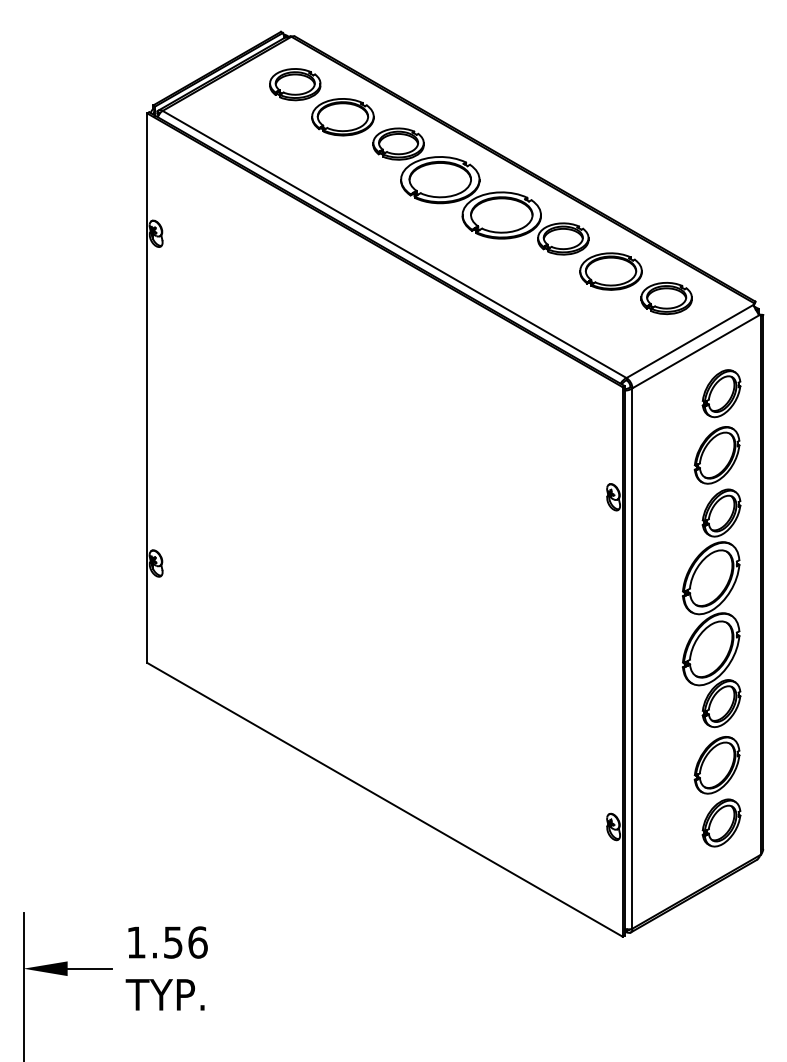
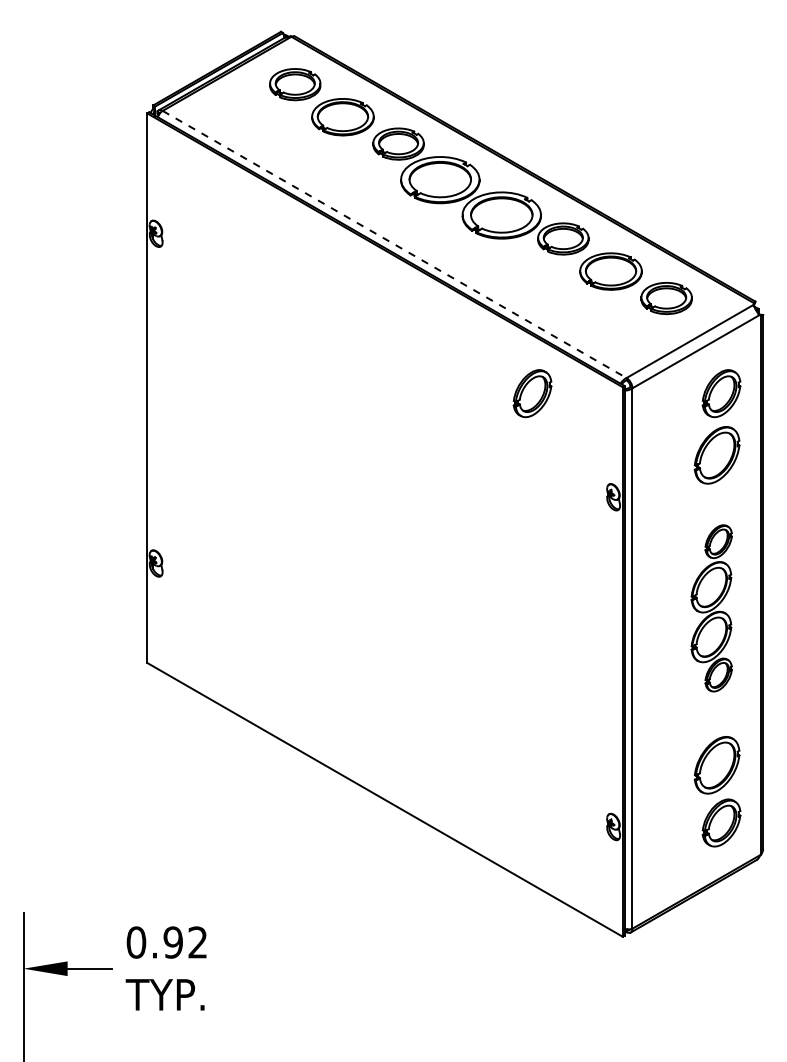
line at (394, 244): solid -> dashed
part at (532, 393): none -> present
part at (711, 608) size: 60x241 px -> 43x169 px
text at (166, 942): 1.56 -> 0.92
